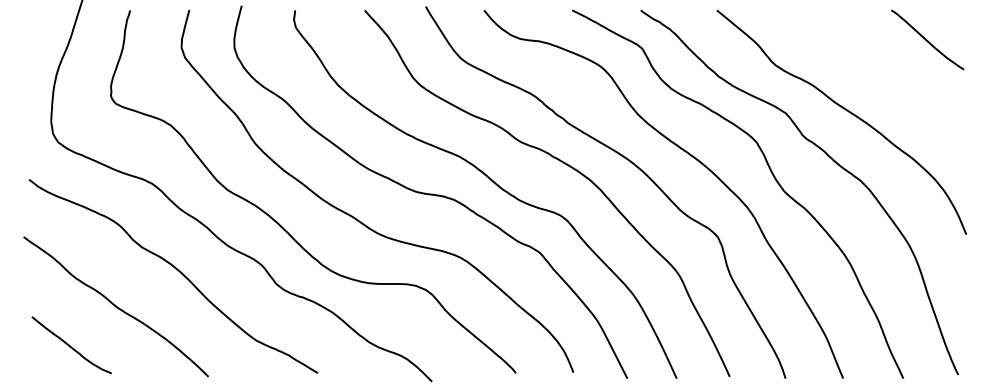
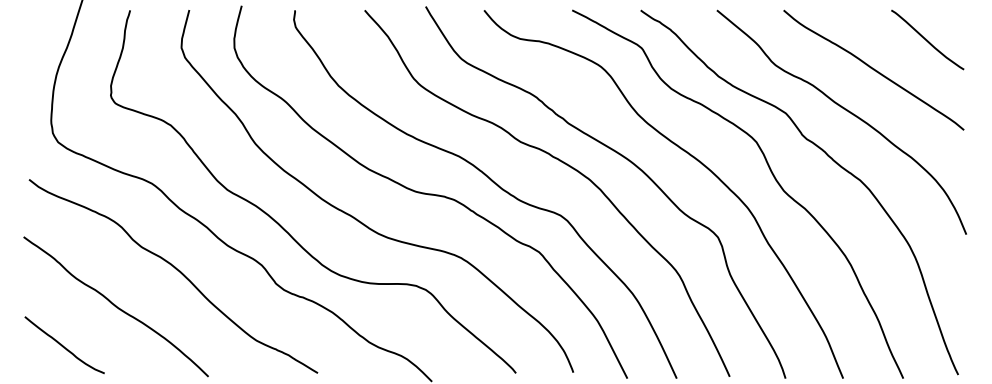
curve at (873, 69): none -> present
curve at (70, 345) position: (70, 345) -> (63, 345)
